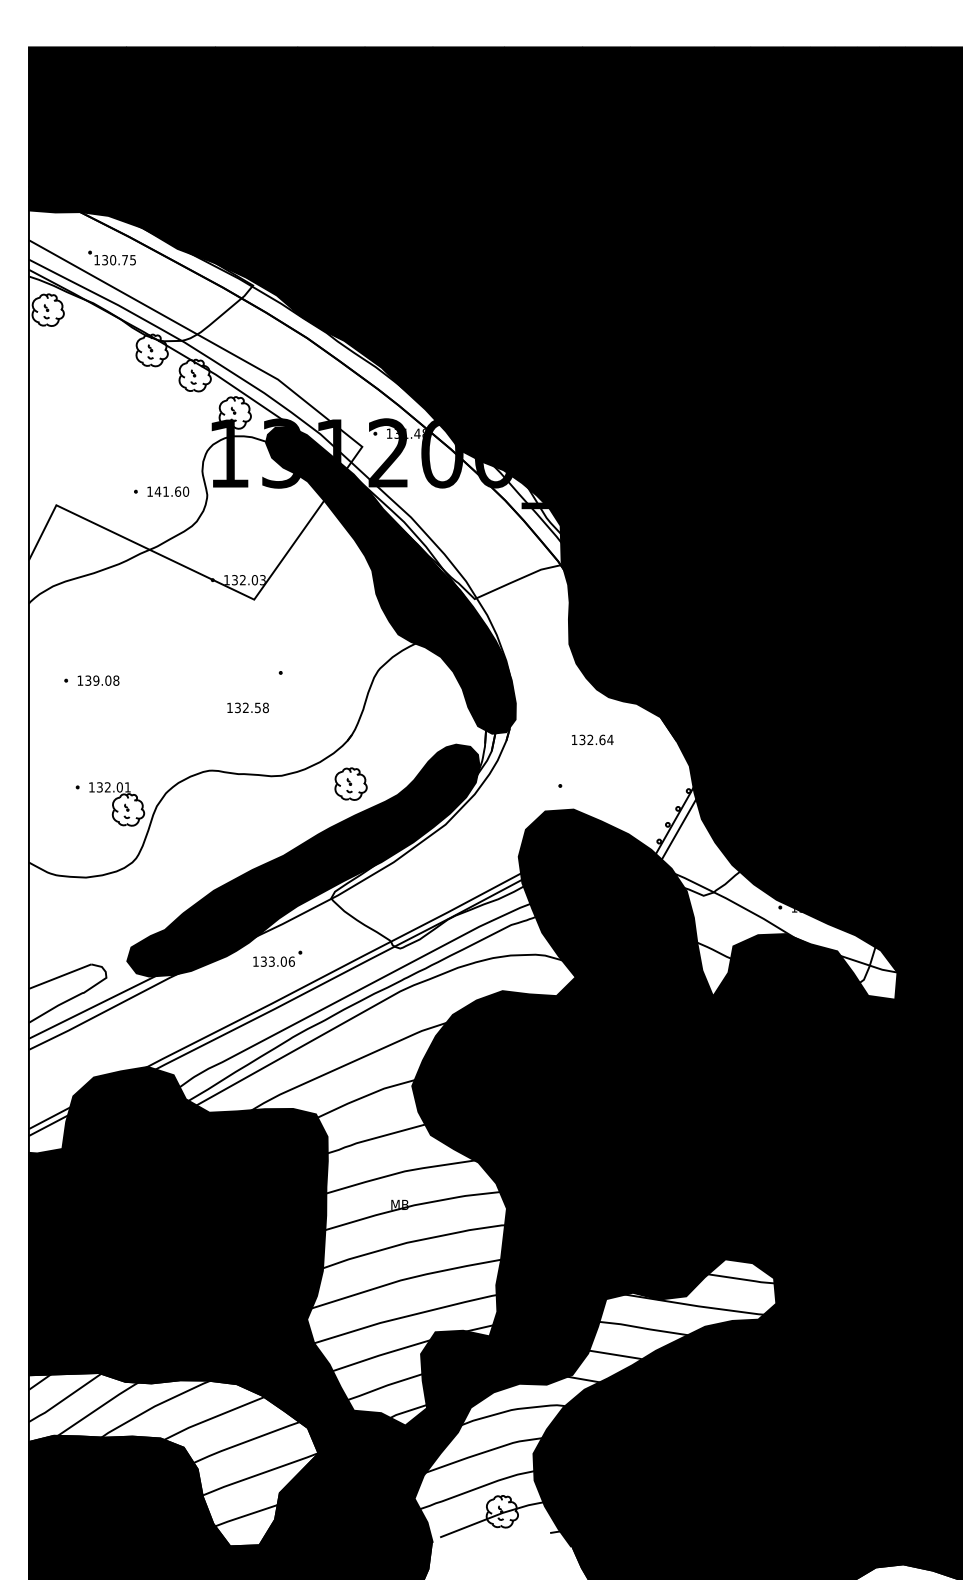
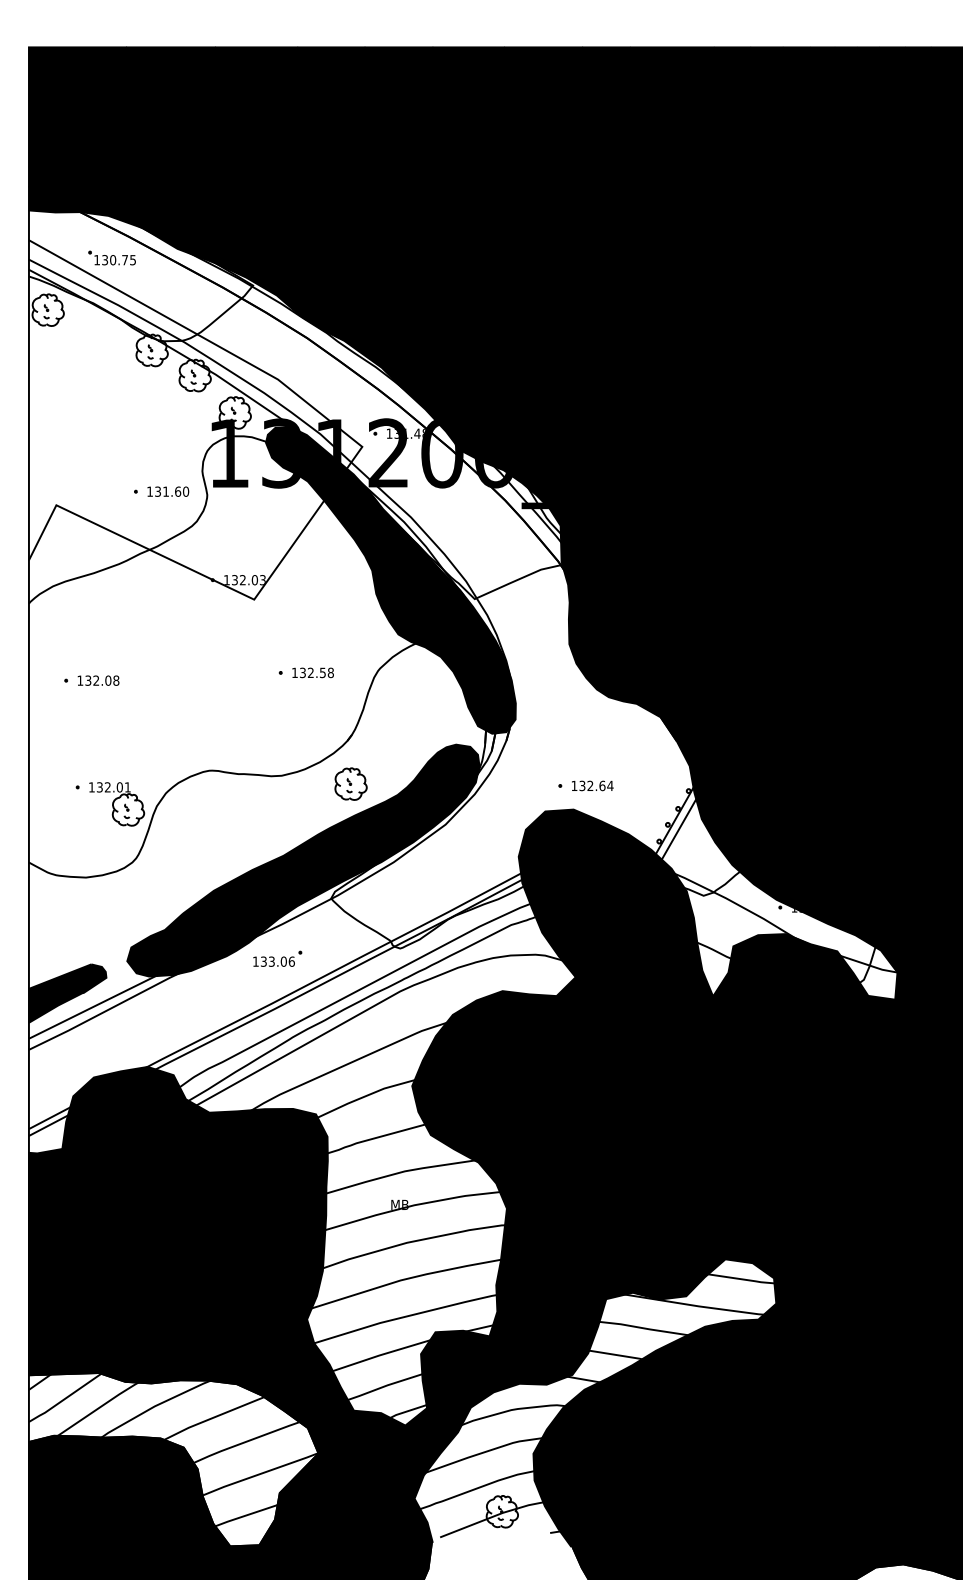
text at (157, 491): 141.60 -> 131.60
text at (96, 680): 139.08 -> 132.08
text at (247, 707) position: (247, 707) -> (312, 672)
text at (592, 739) position: (592, 739) -> (592, 785)
fill at (67, 993): none -> present
